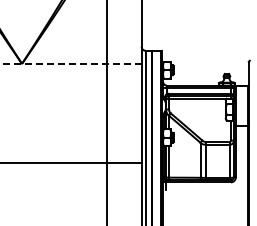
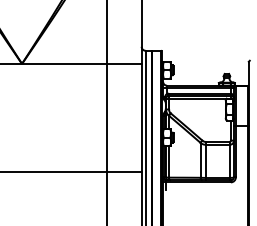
line at (70, 63): dashed -> solid
line at (71, 163) position: (71, 163) -> (71, 172)
